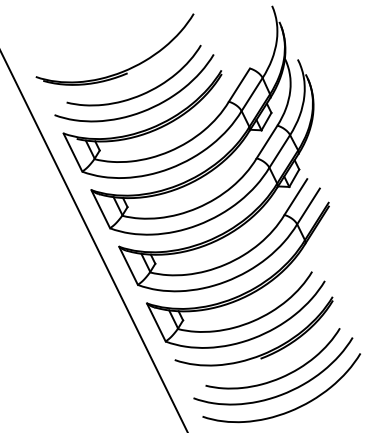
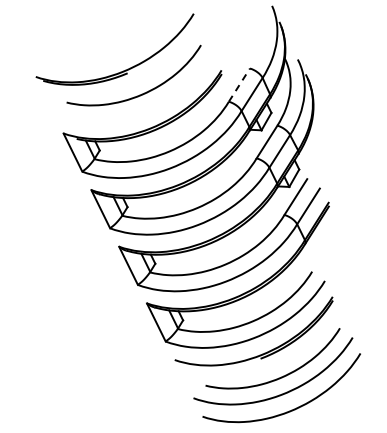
line at (239, 85): solid -> dashed
curve at (142, 110): present -> none
line at (94, 241): present -> none
